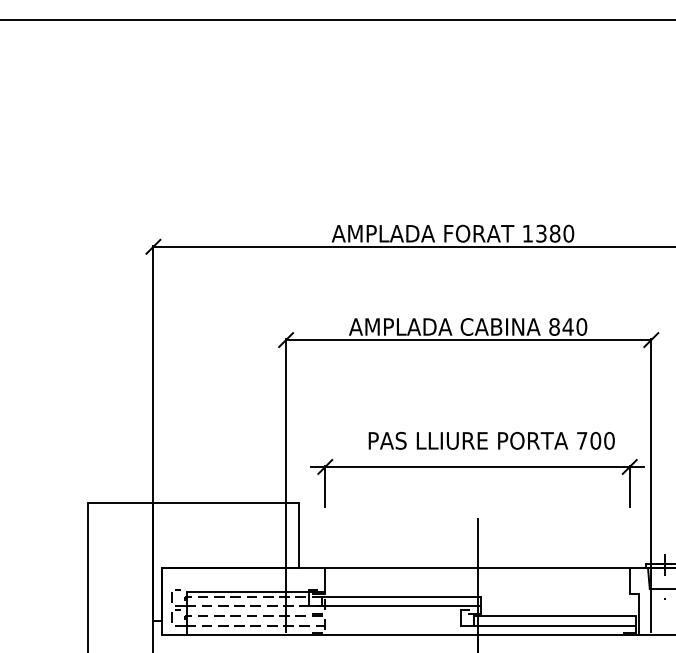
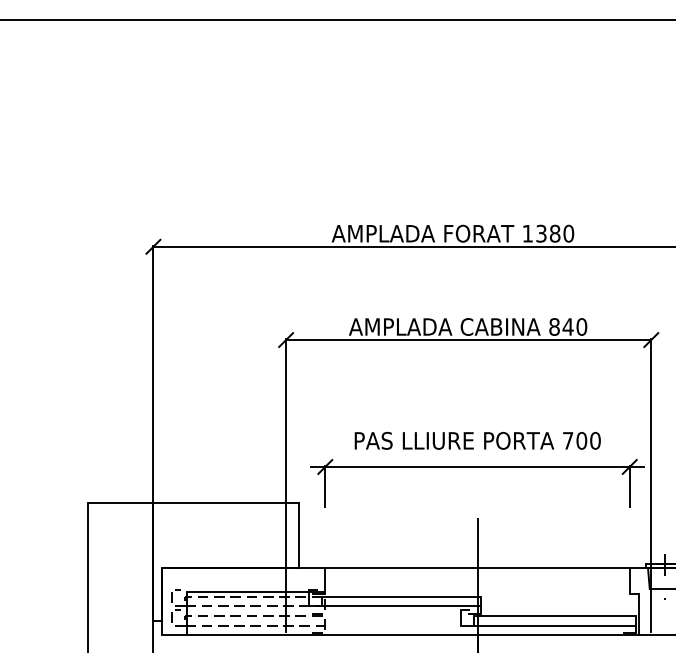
text at (491, 440) position: (491, 440) -> (477, 440)
